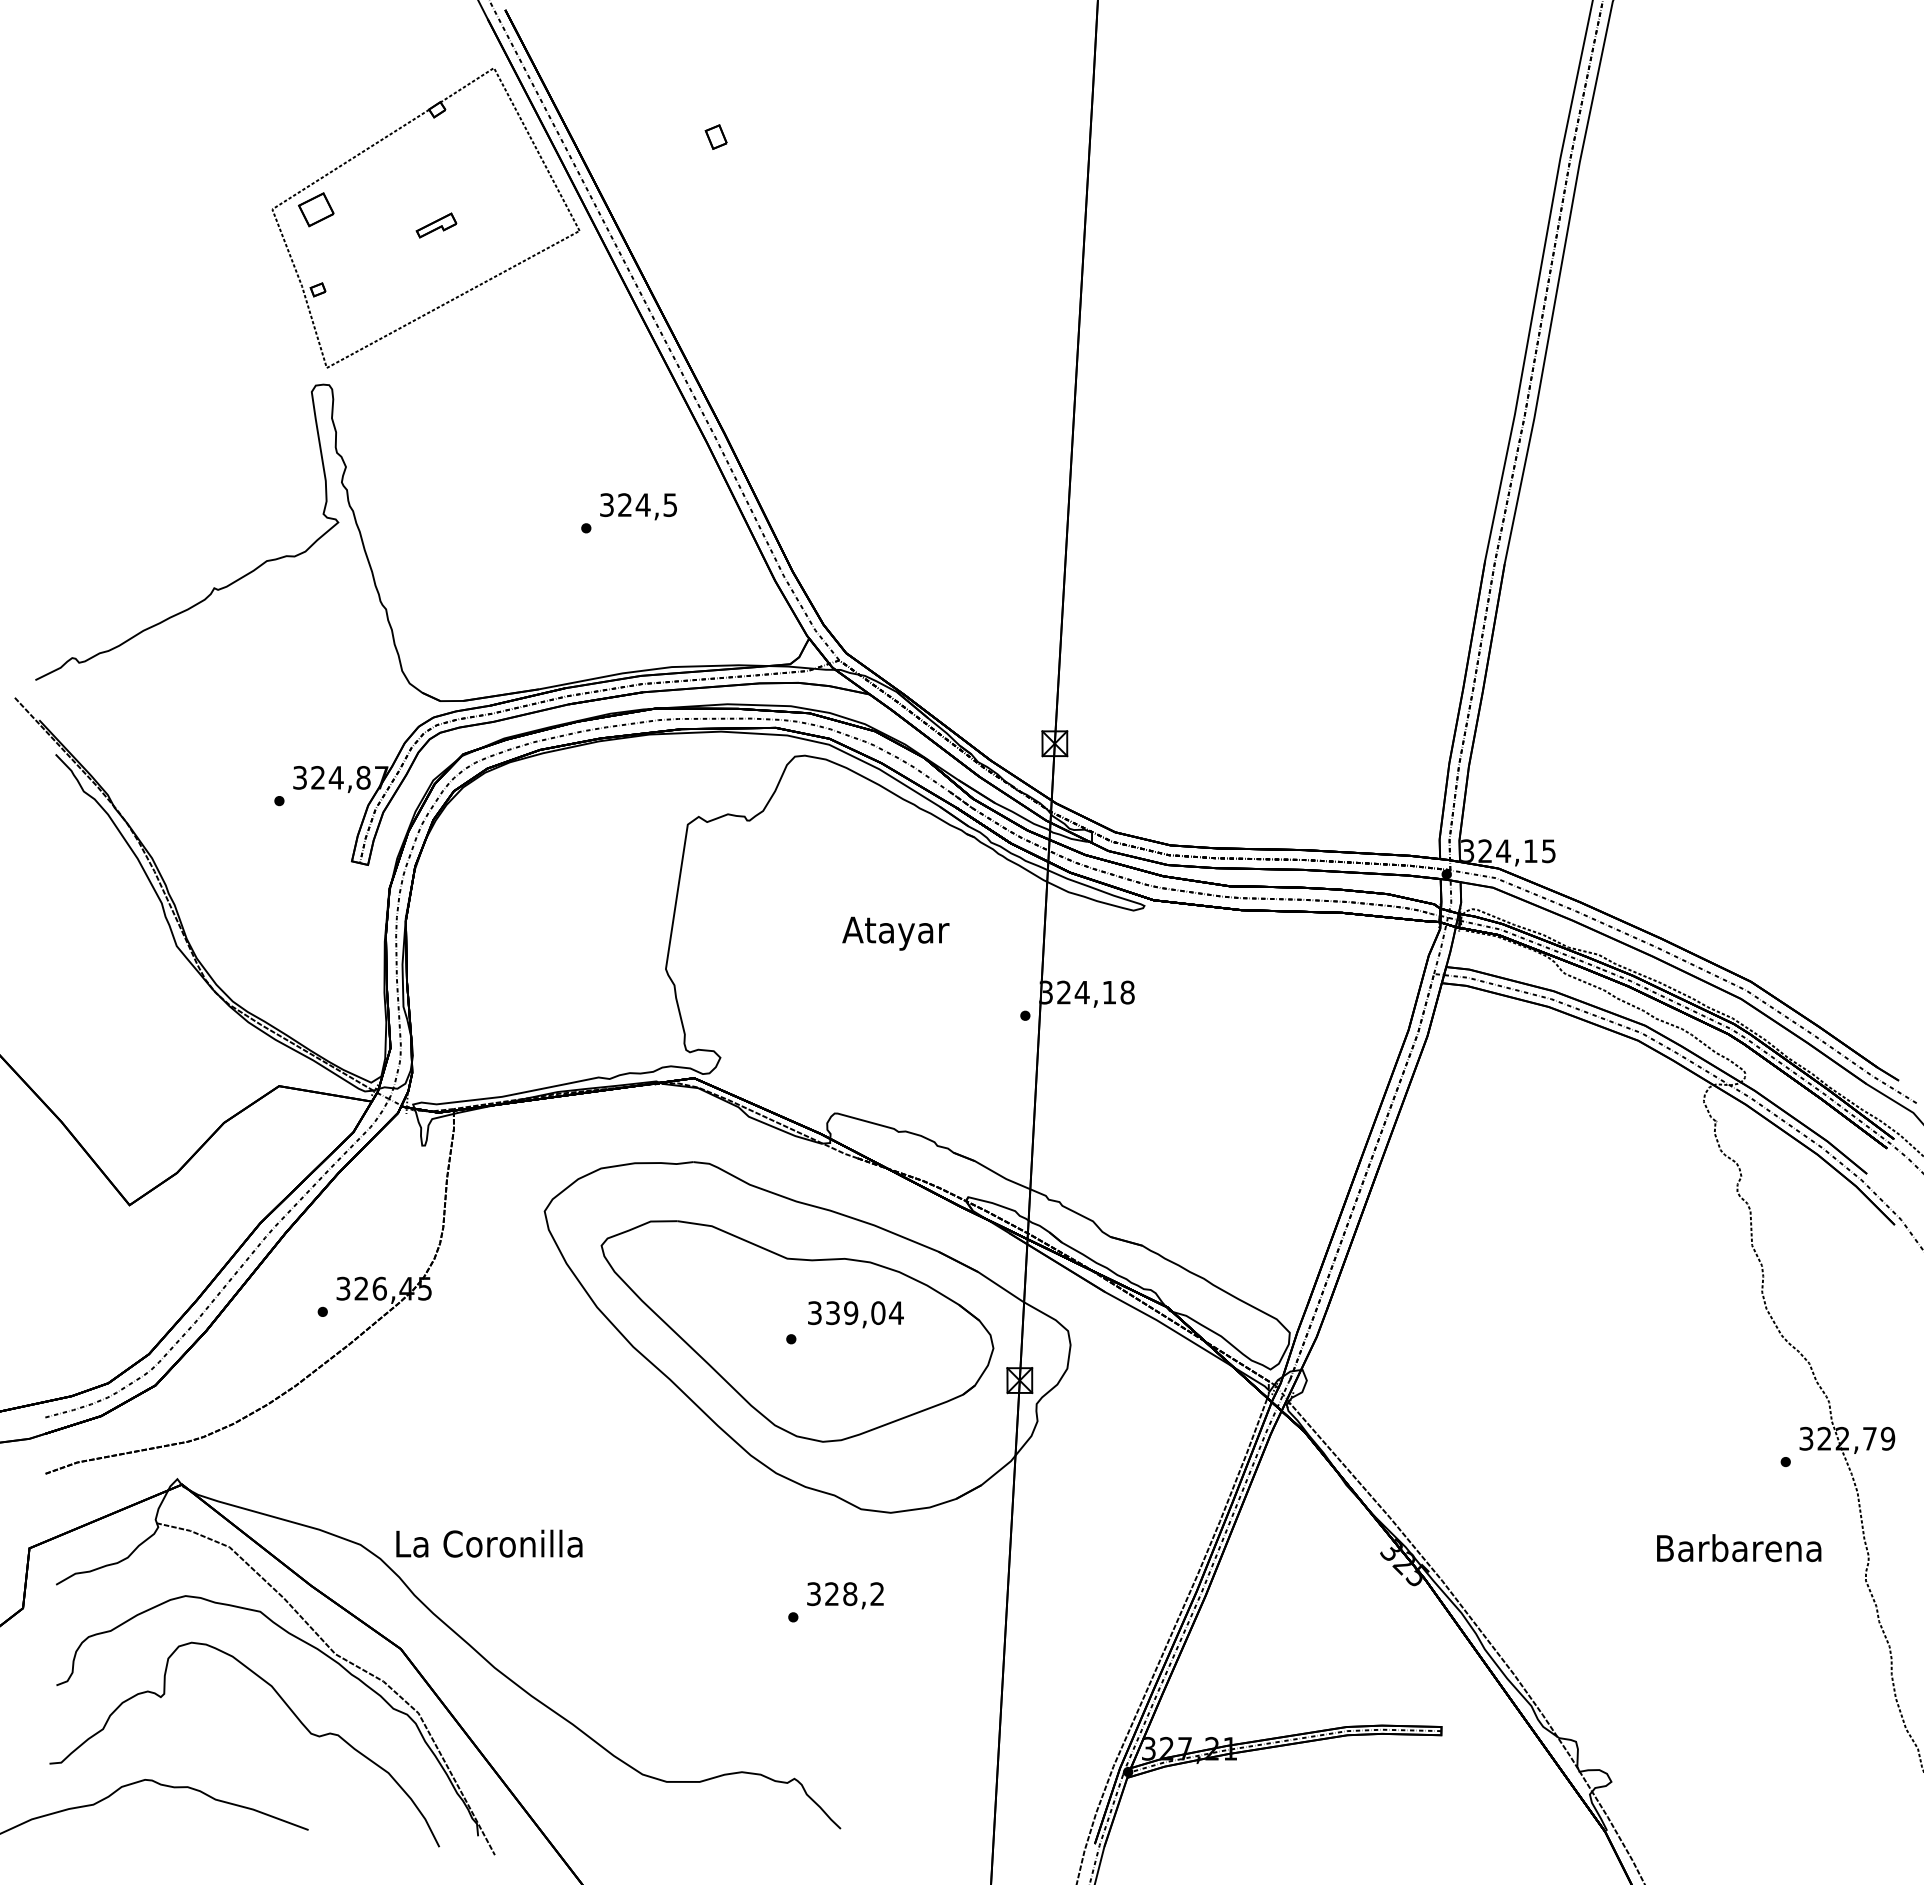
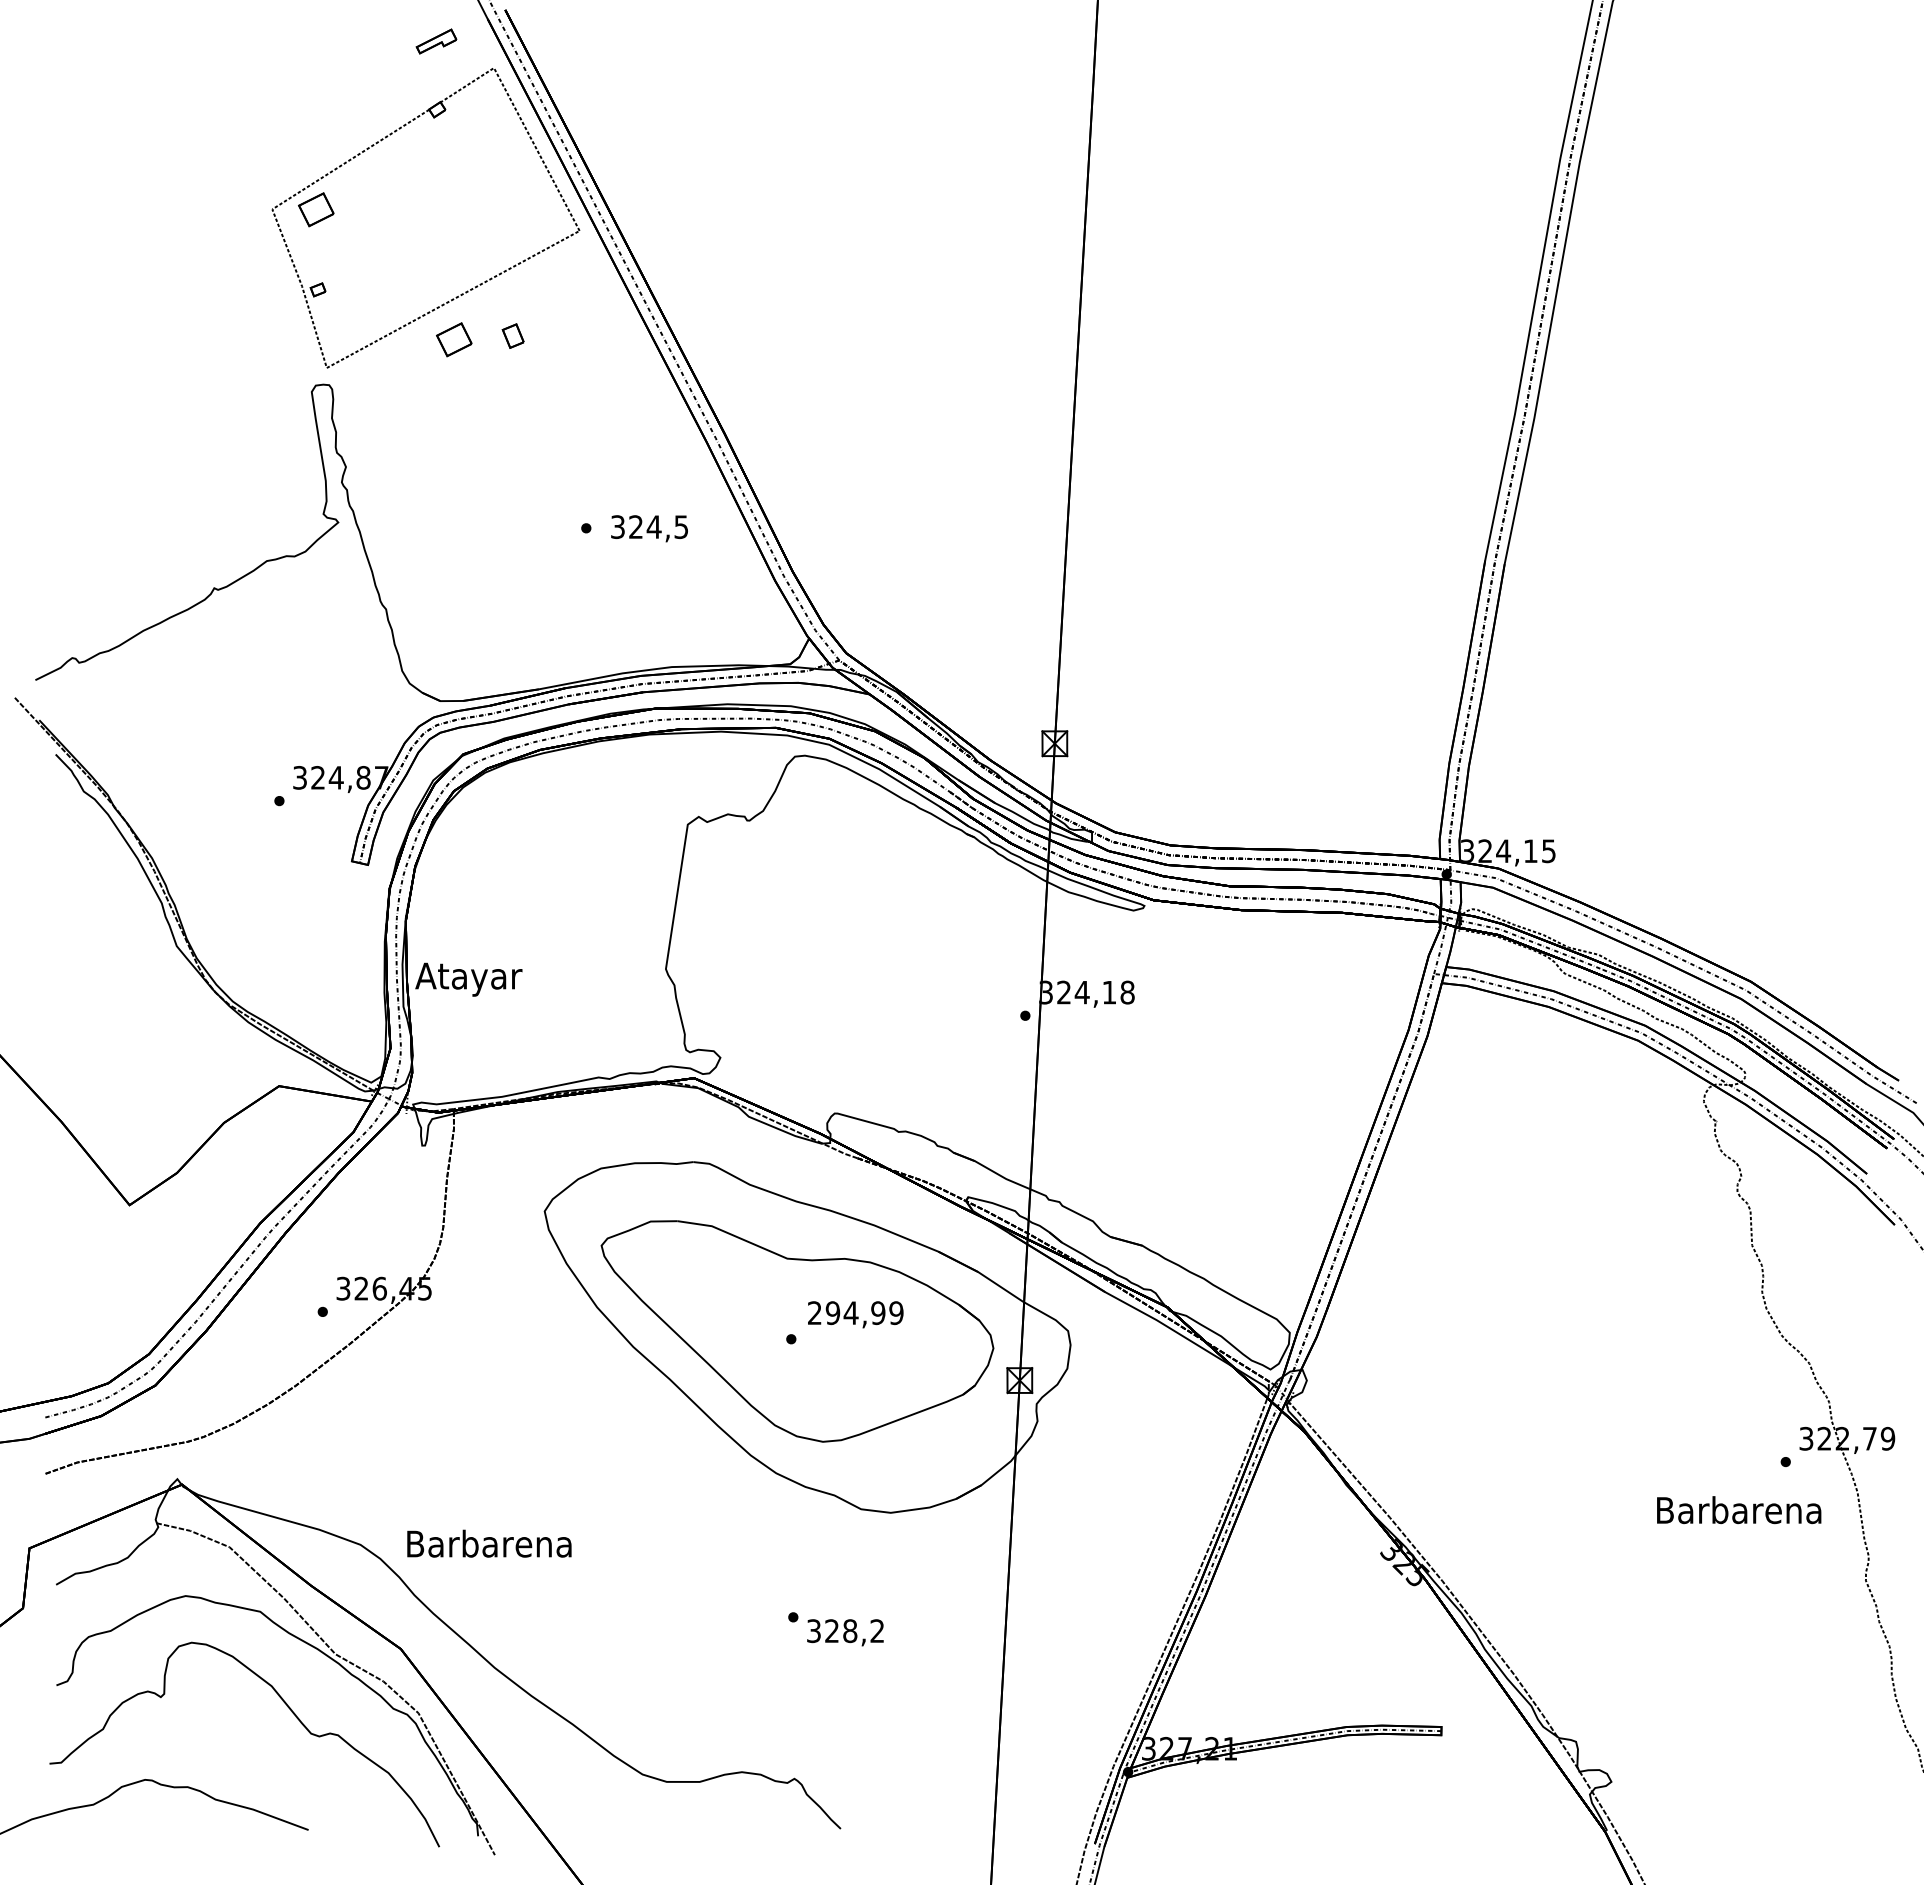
part at (715, 136) position: (715, 136) -> (512, 335)
part at (436, 225) position: (436, 225) -> (436, 41)
part at (454, 339): none -> present
text at (638, 506) position: (638, 506) -> (649, 528)
text at (895, 933) position: (895, 933) -> (468, 979)
text at (855, 1313): 339,04 -> 294,99
text at (489, 1543): La Coronilla -> Barbarena
text at (1739, 1548) position: (1739, 1548) -> (1739, 1510)
text at (845, 1595) position: (845, 1595) -> (845, 1632)
